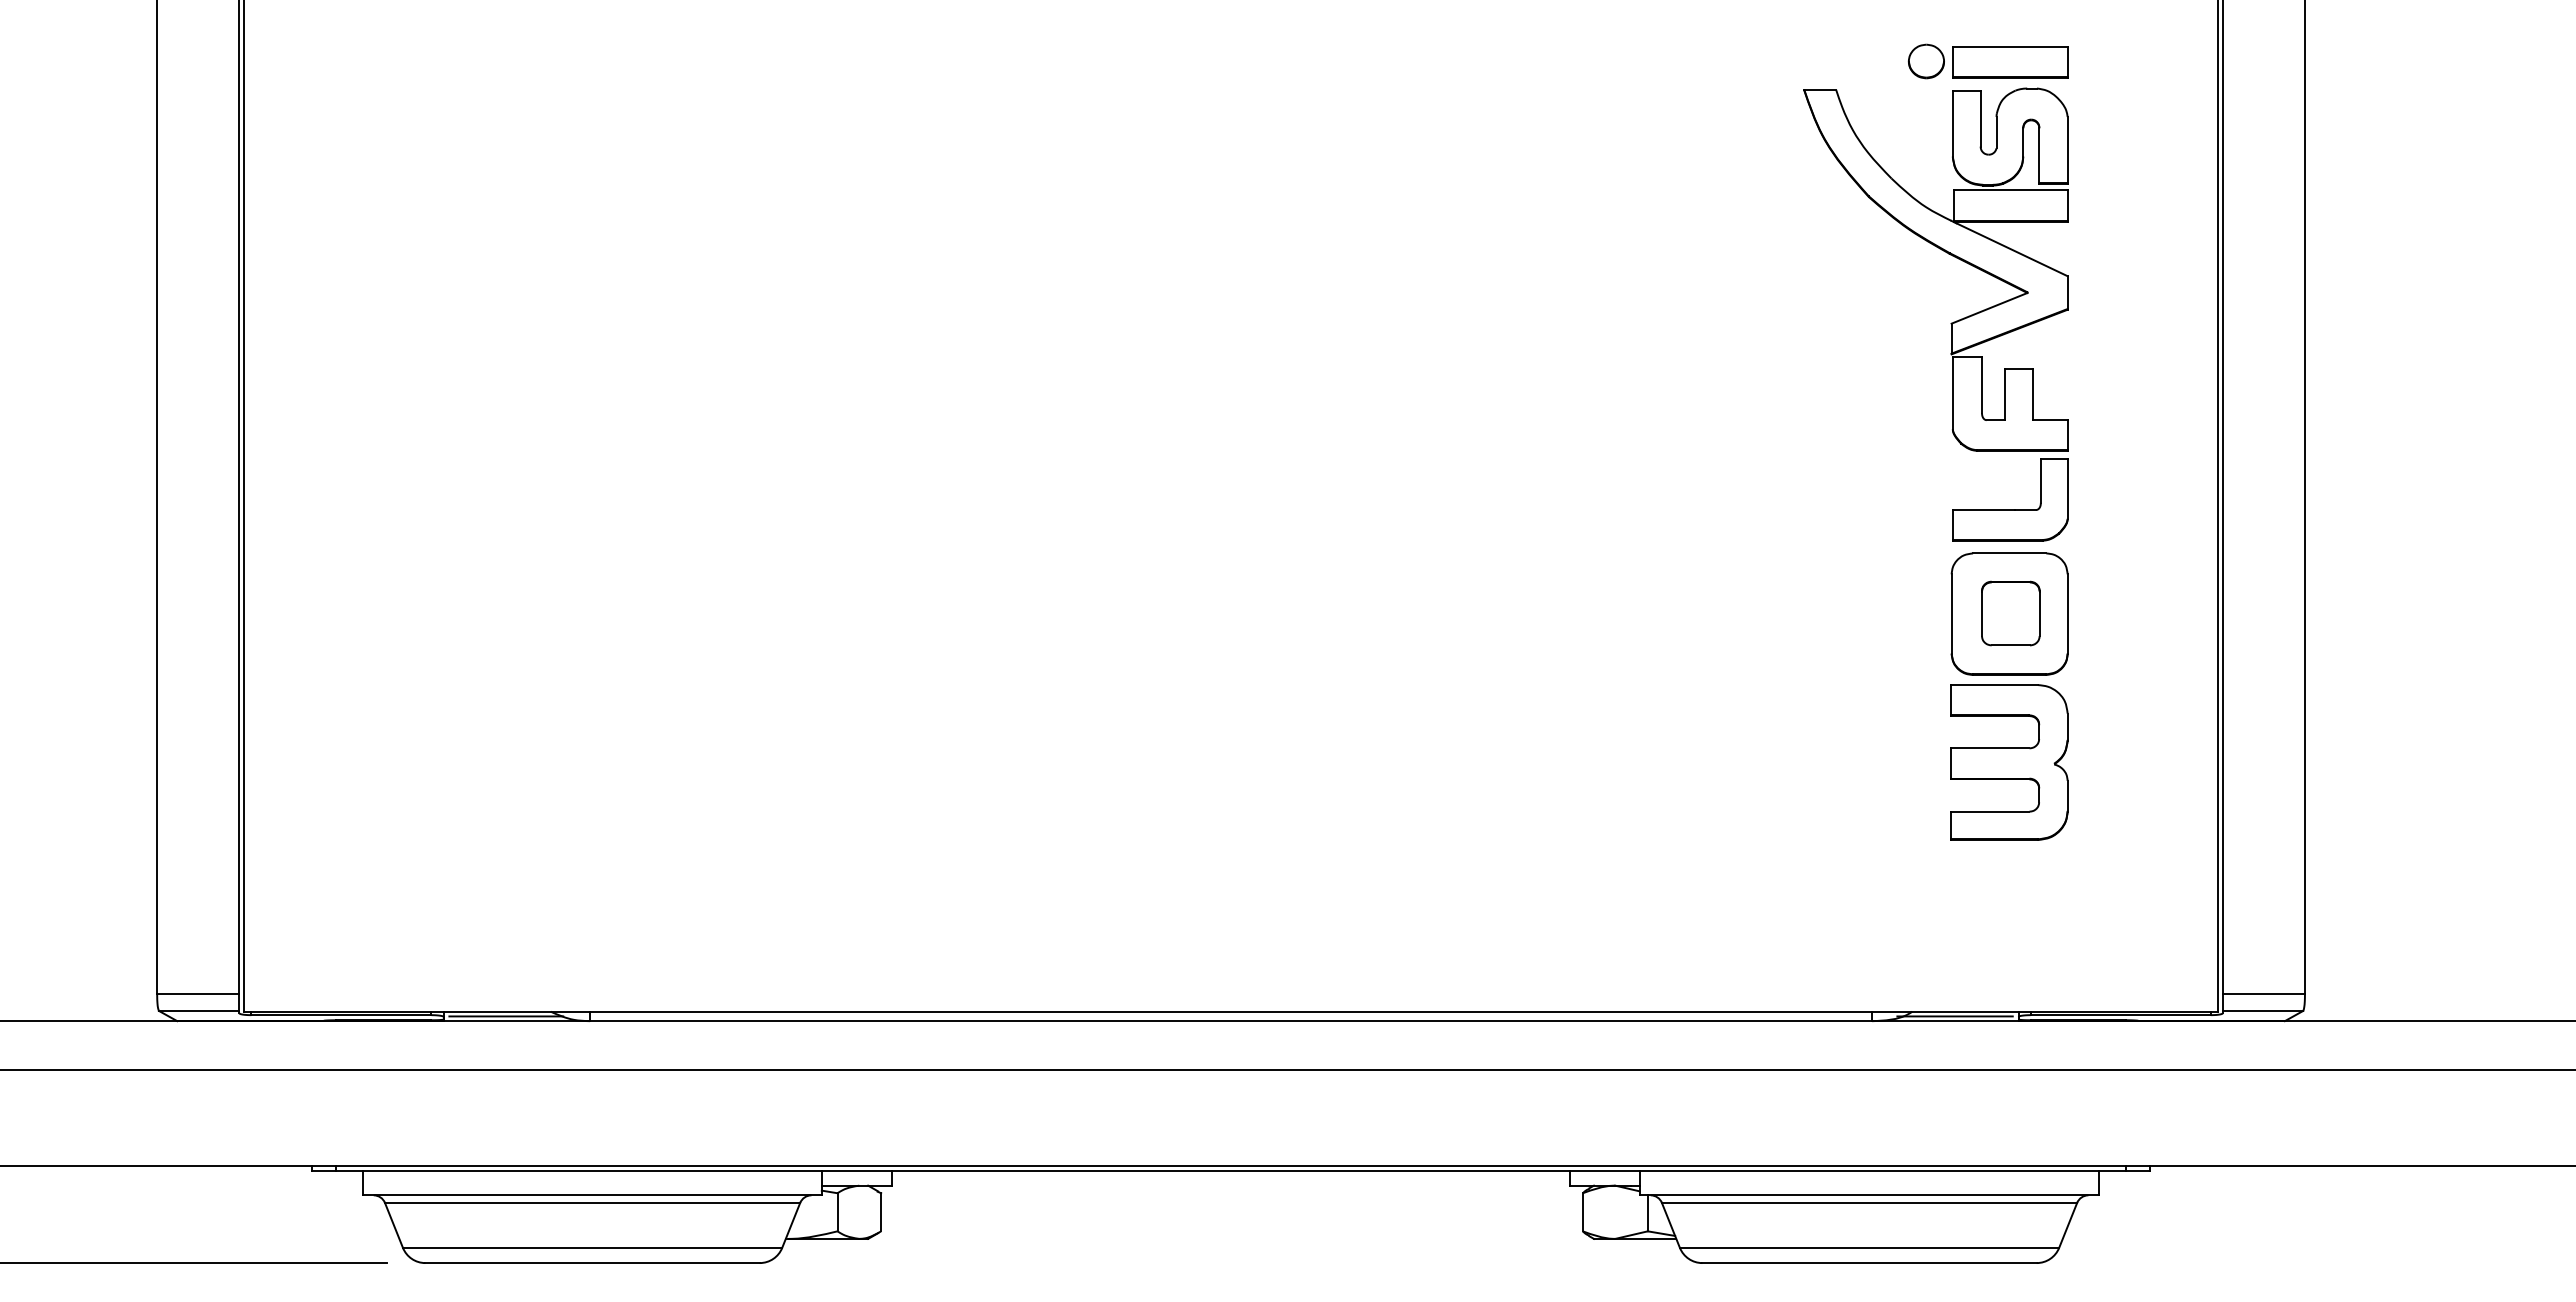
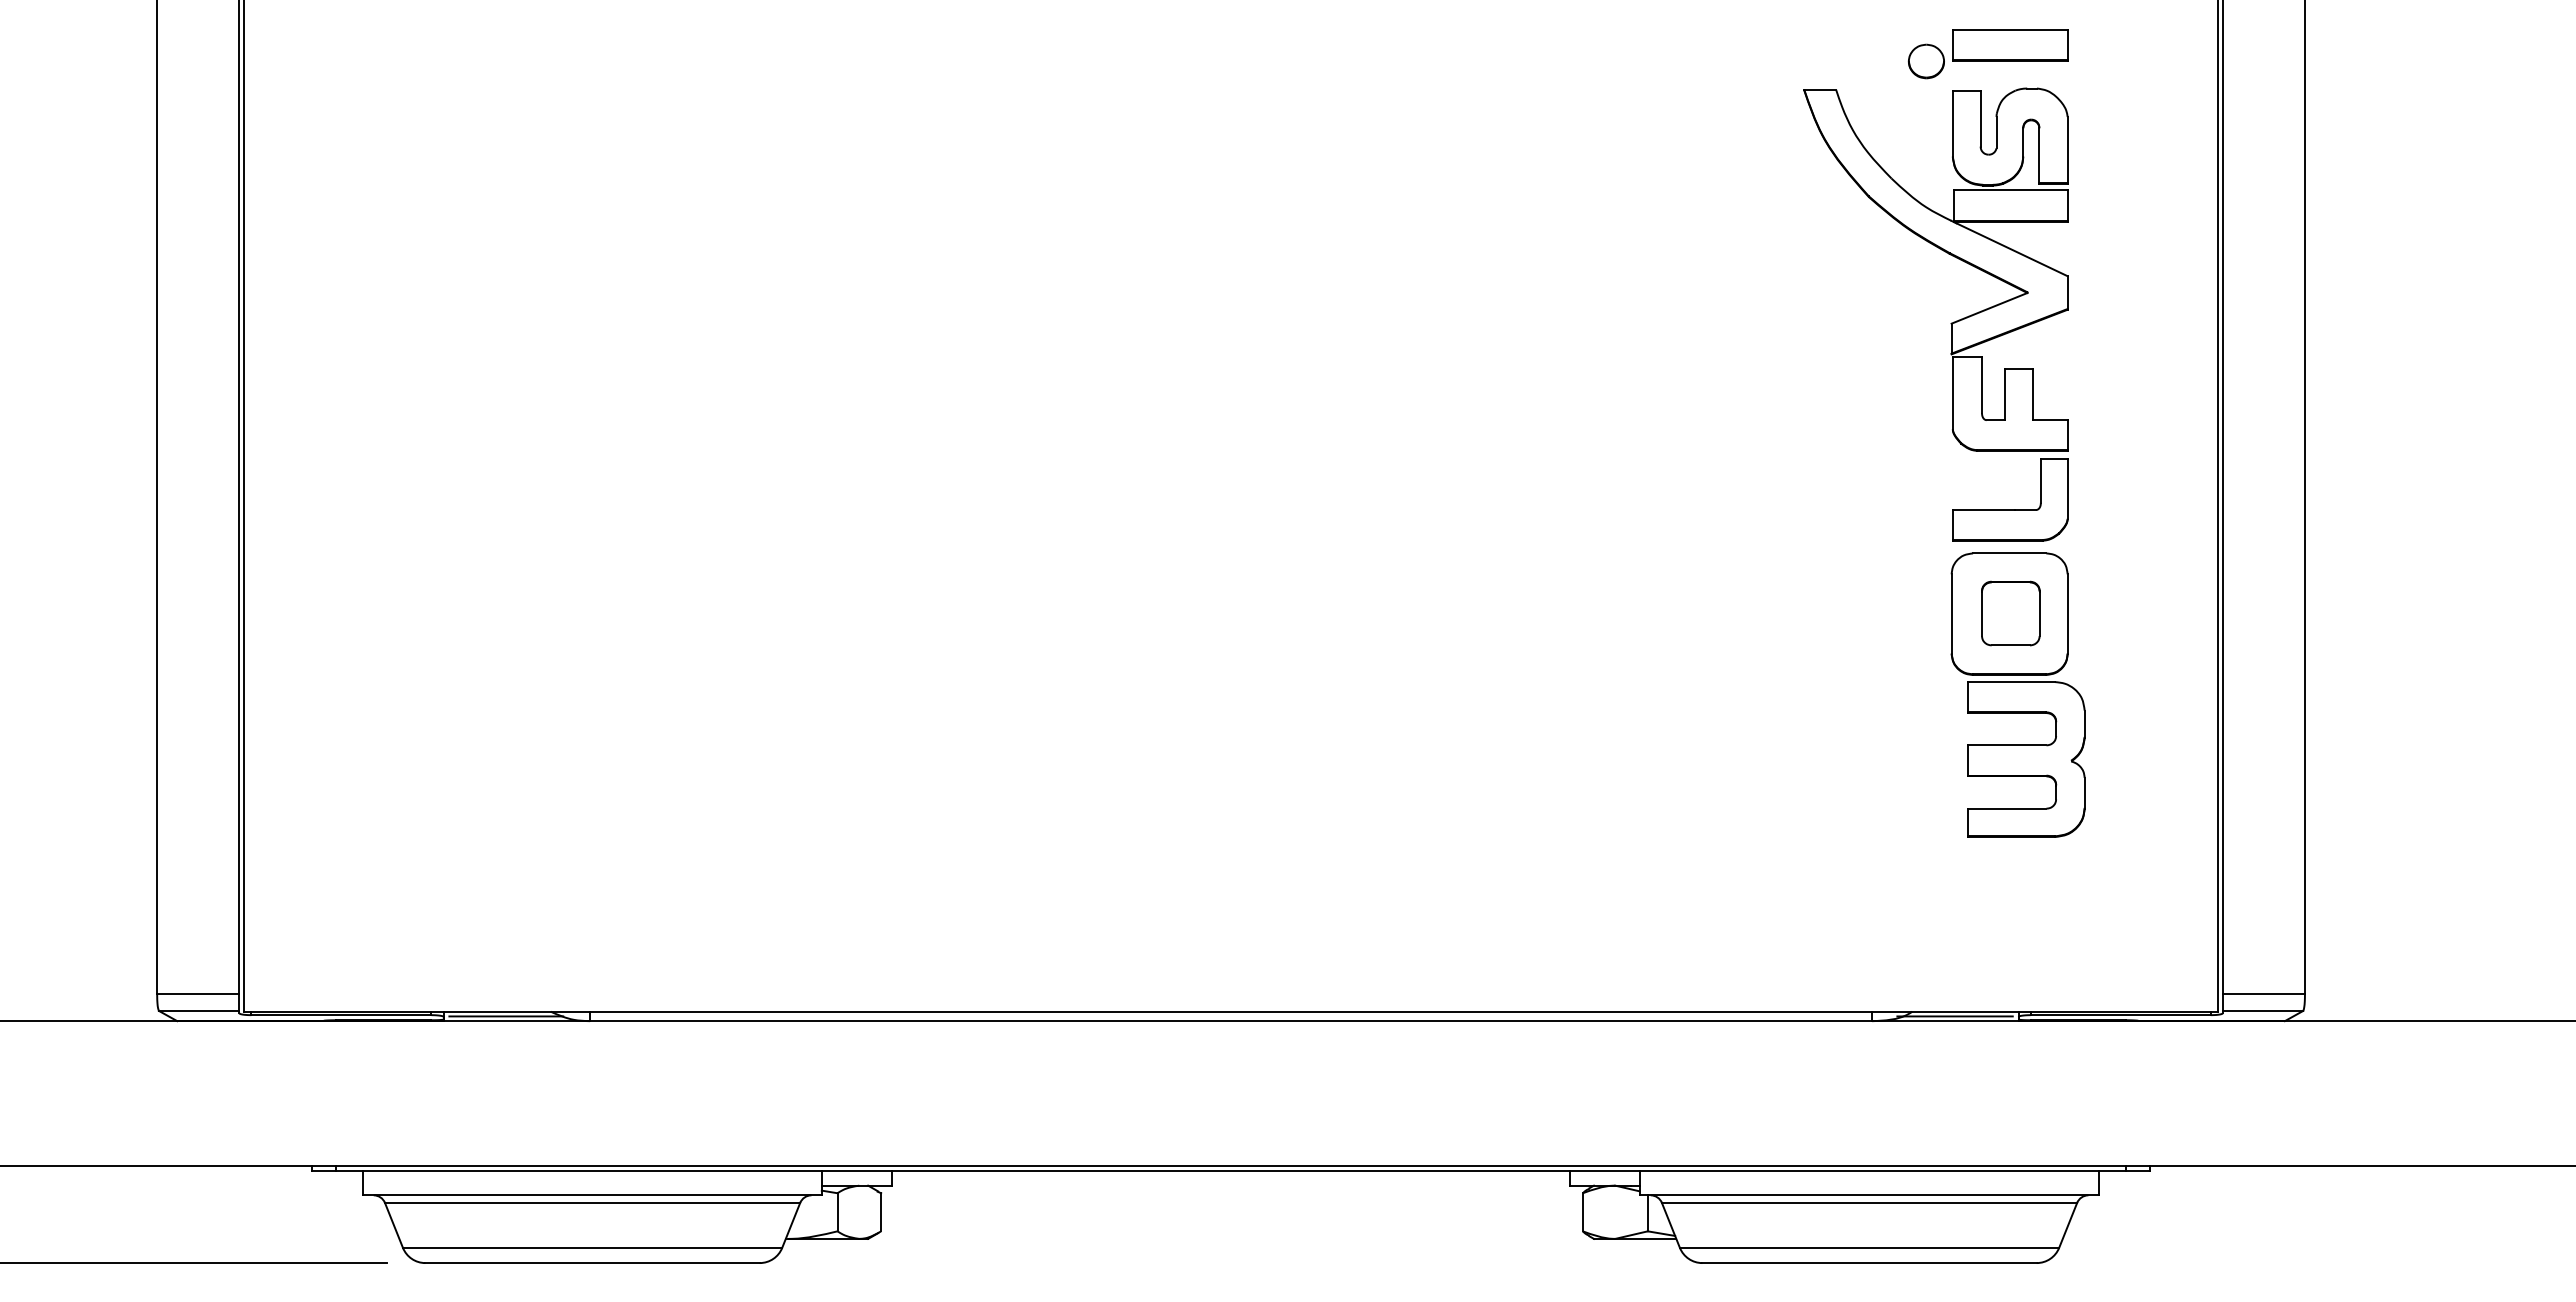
part at (2010, 62) position: (2010, 62) -> (2010, 45)
part at (2009, 762) position: (2009, 762) -> (2026, 759)
line at (1287, 1069): present -> none
